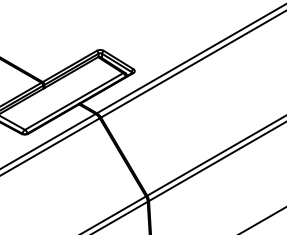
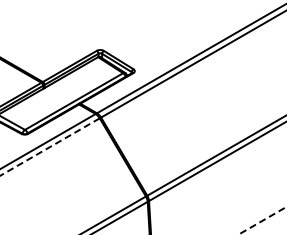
line at (49, 147): solid -> dashed
line at (262, 220): solid -> dashed
